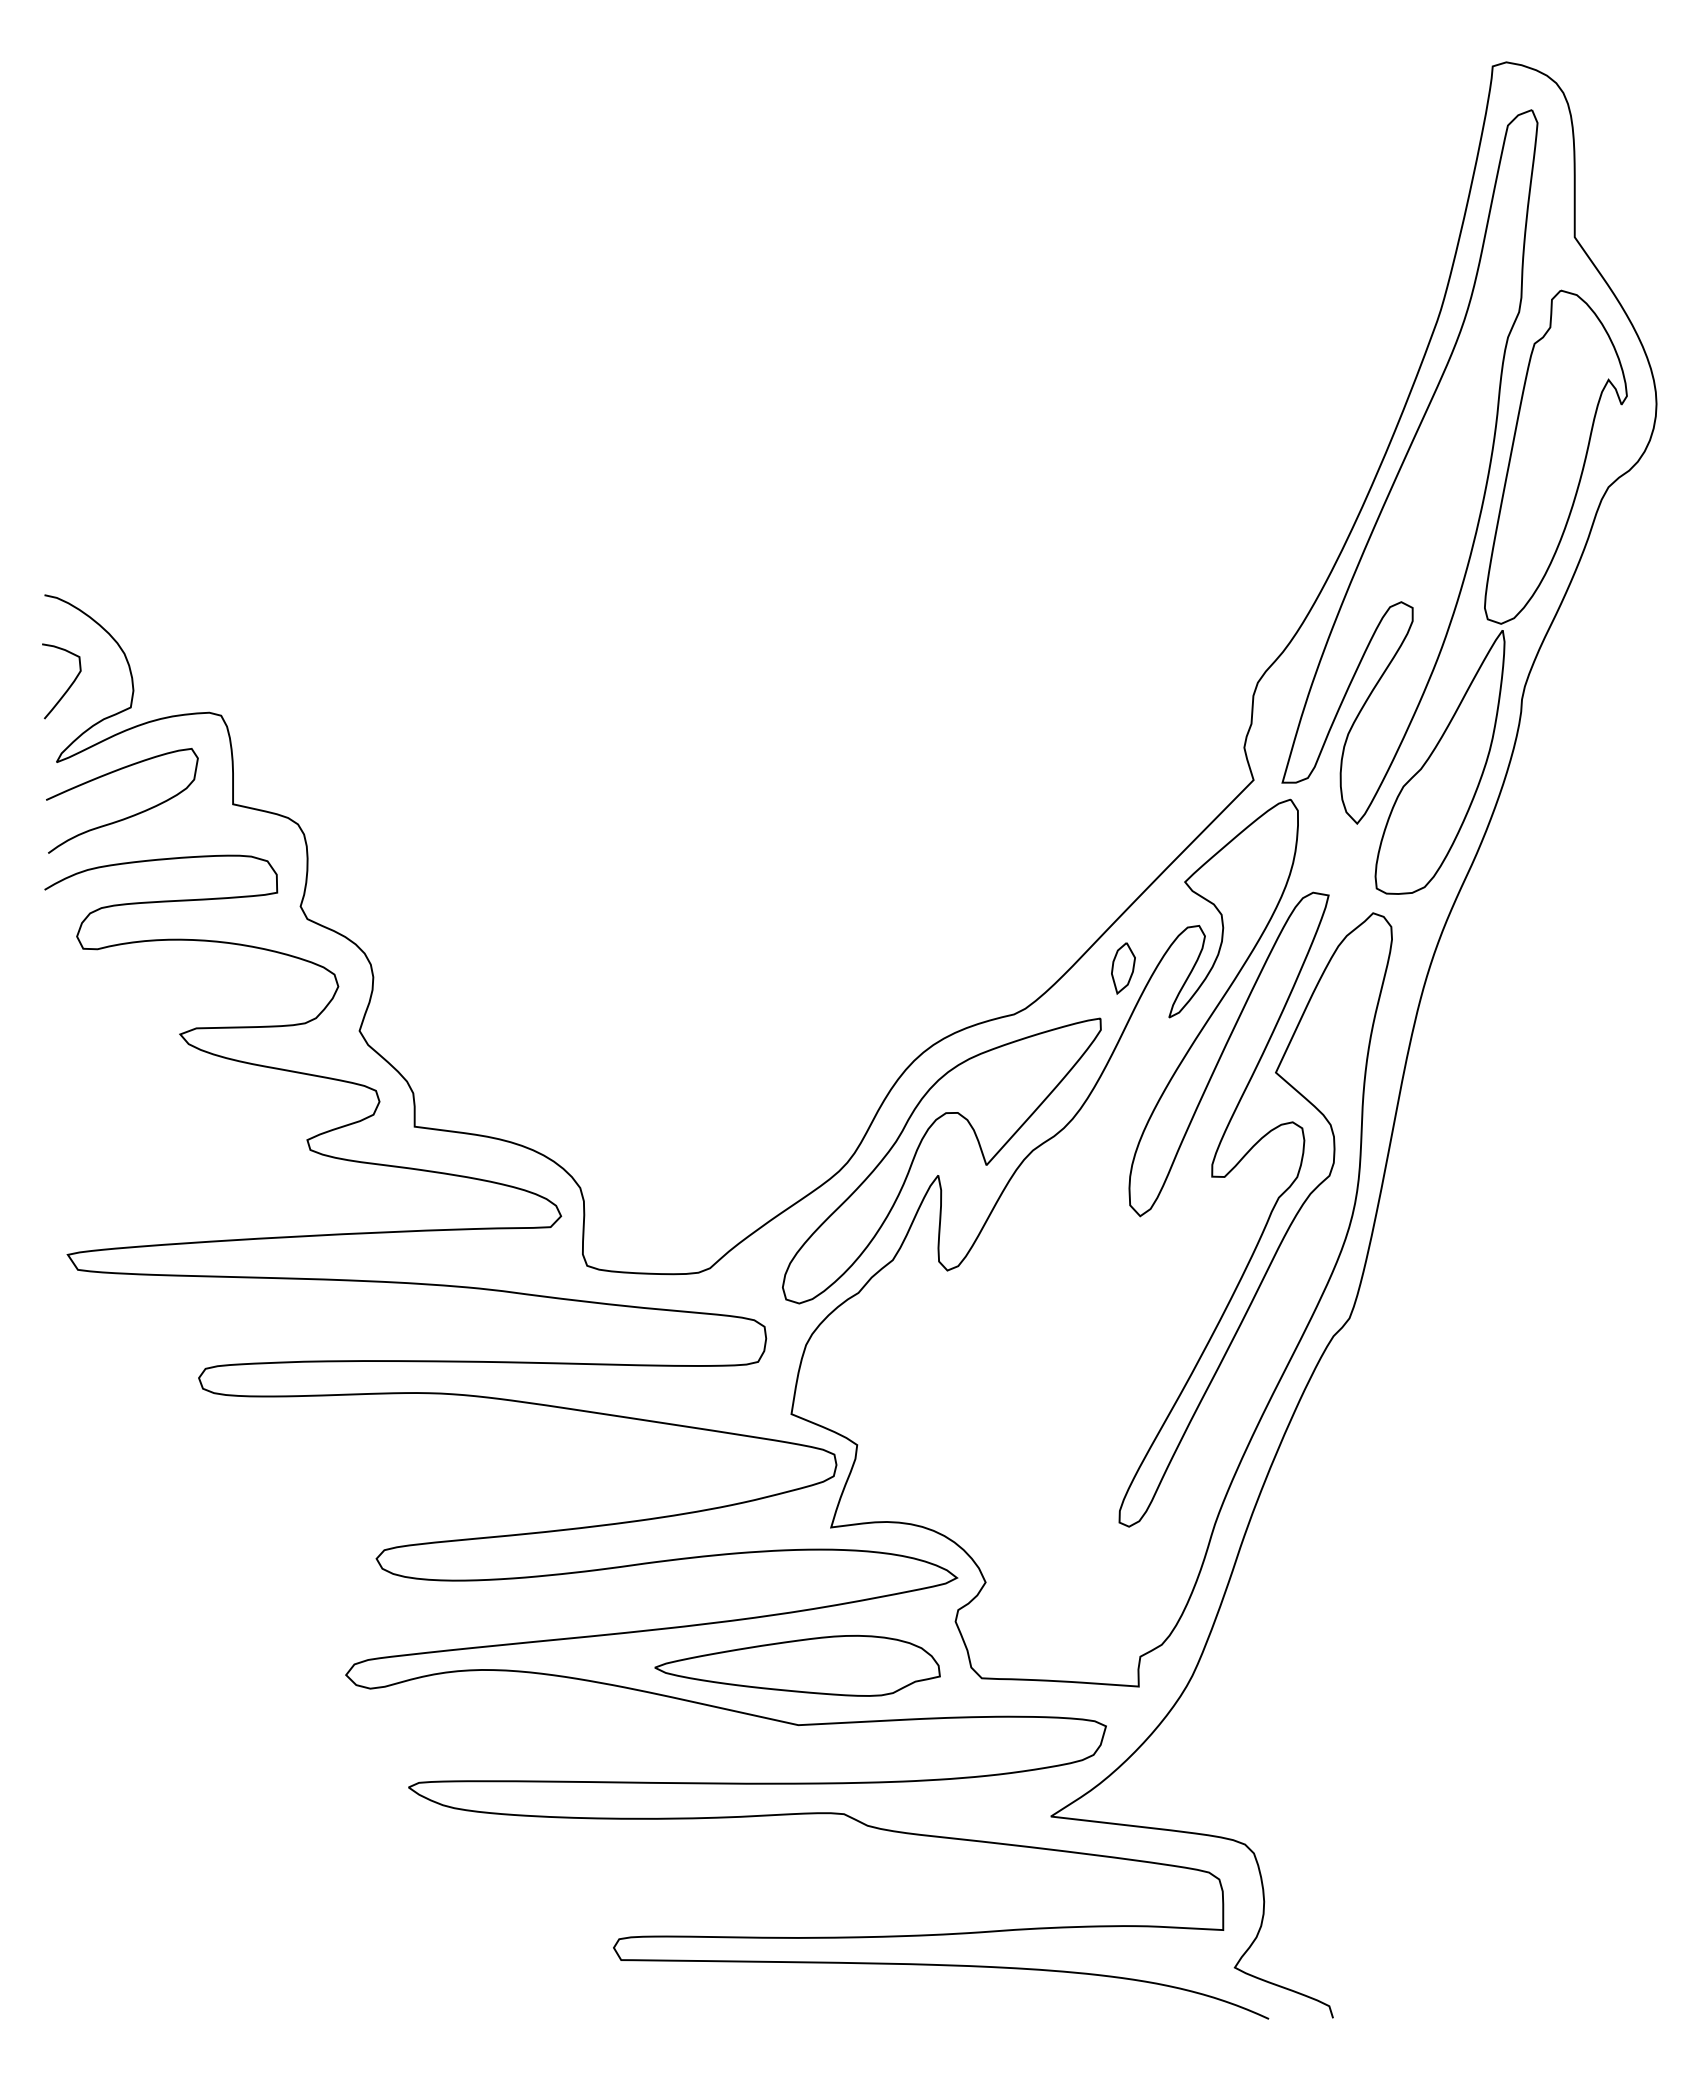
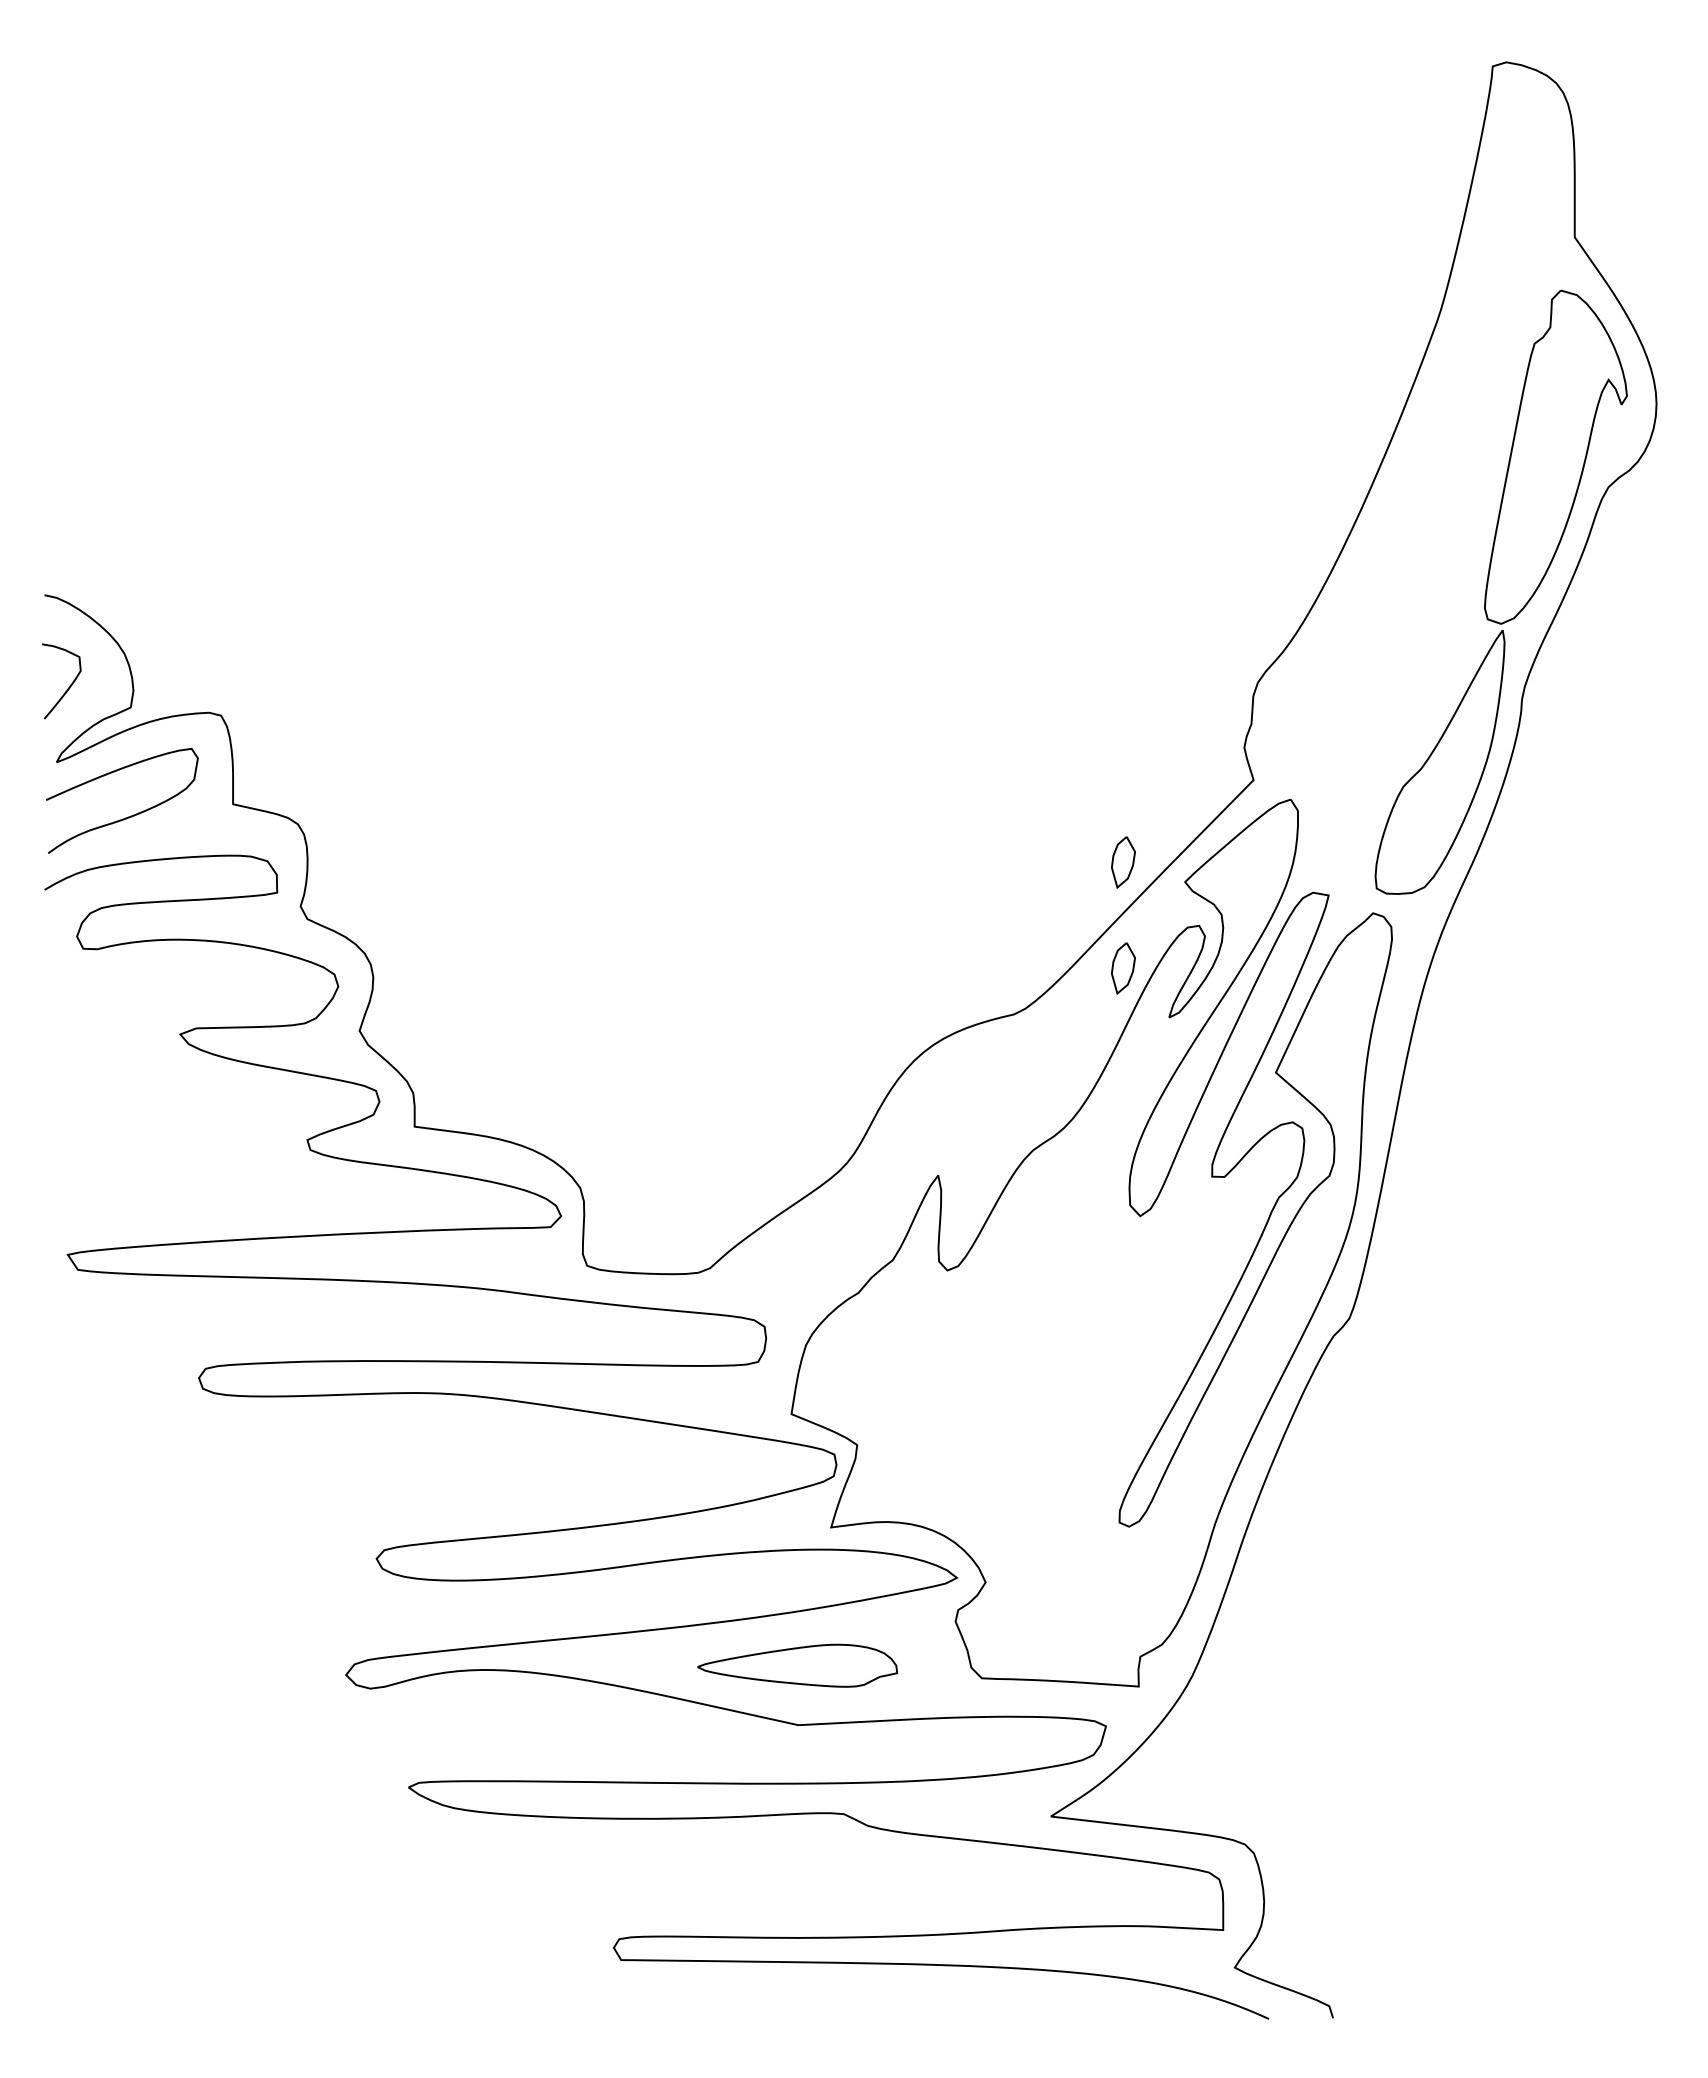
part at (1409, 466): present -> none
part at (1123, 862): none -> present
part at (917, 1152): present -> none
part at (797, 1665) size: 287x63 px -> 202x45 px
